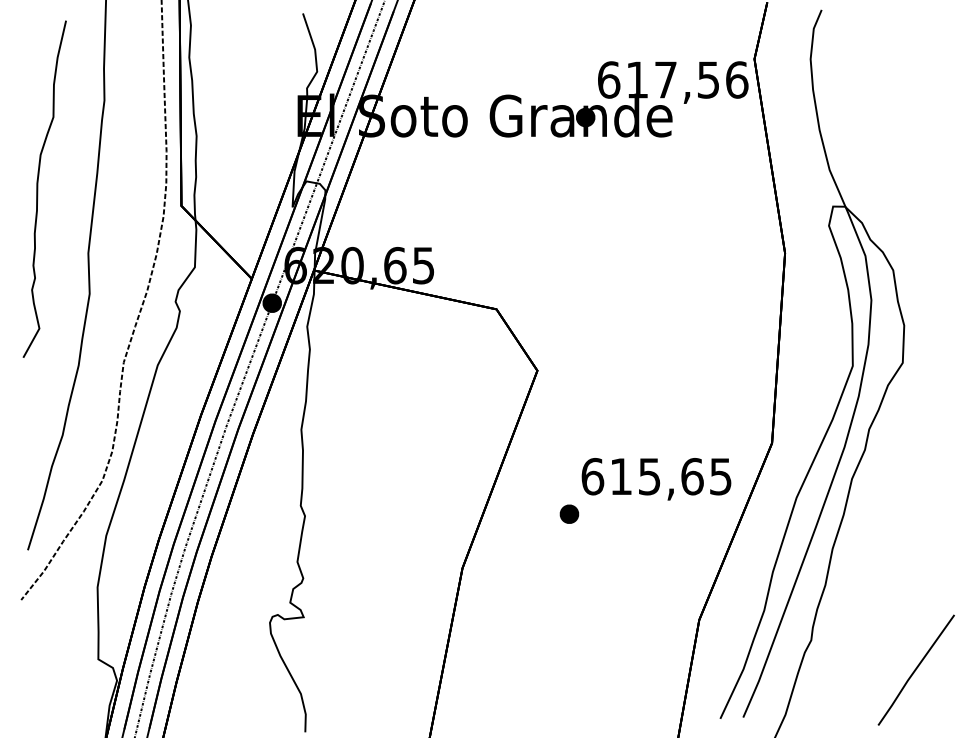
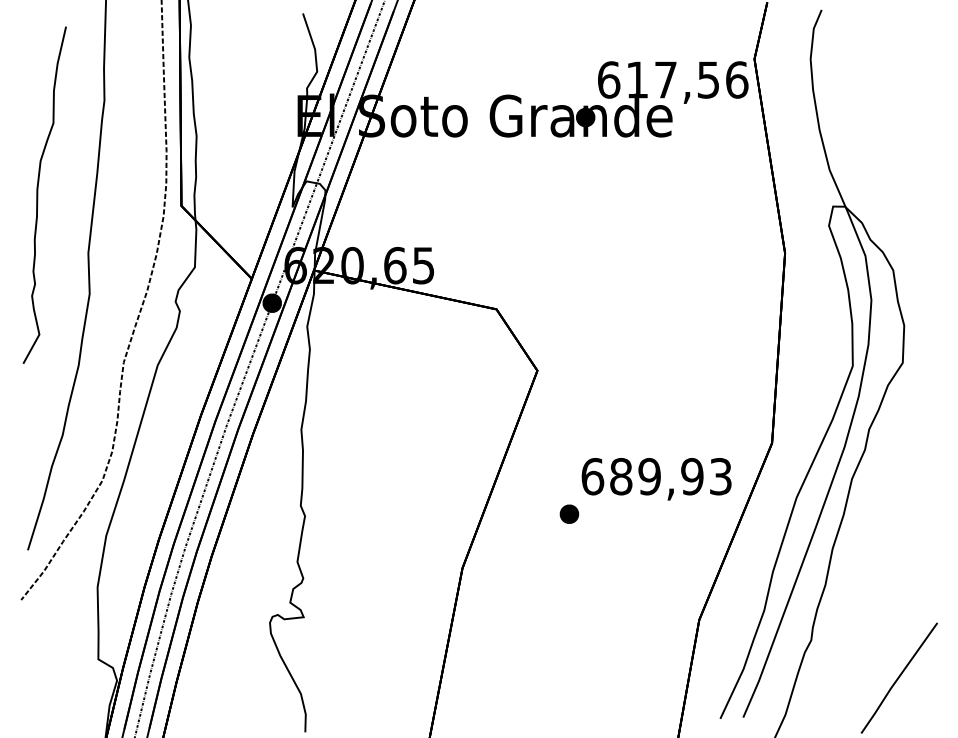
part at (44, 188) position: (44, 188) -> (44, 194)
text at (670, 476): 615,65 -> 689,93
line at (915, 669) position: (915, 669) -> (898, 677)
